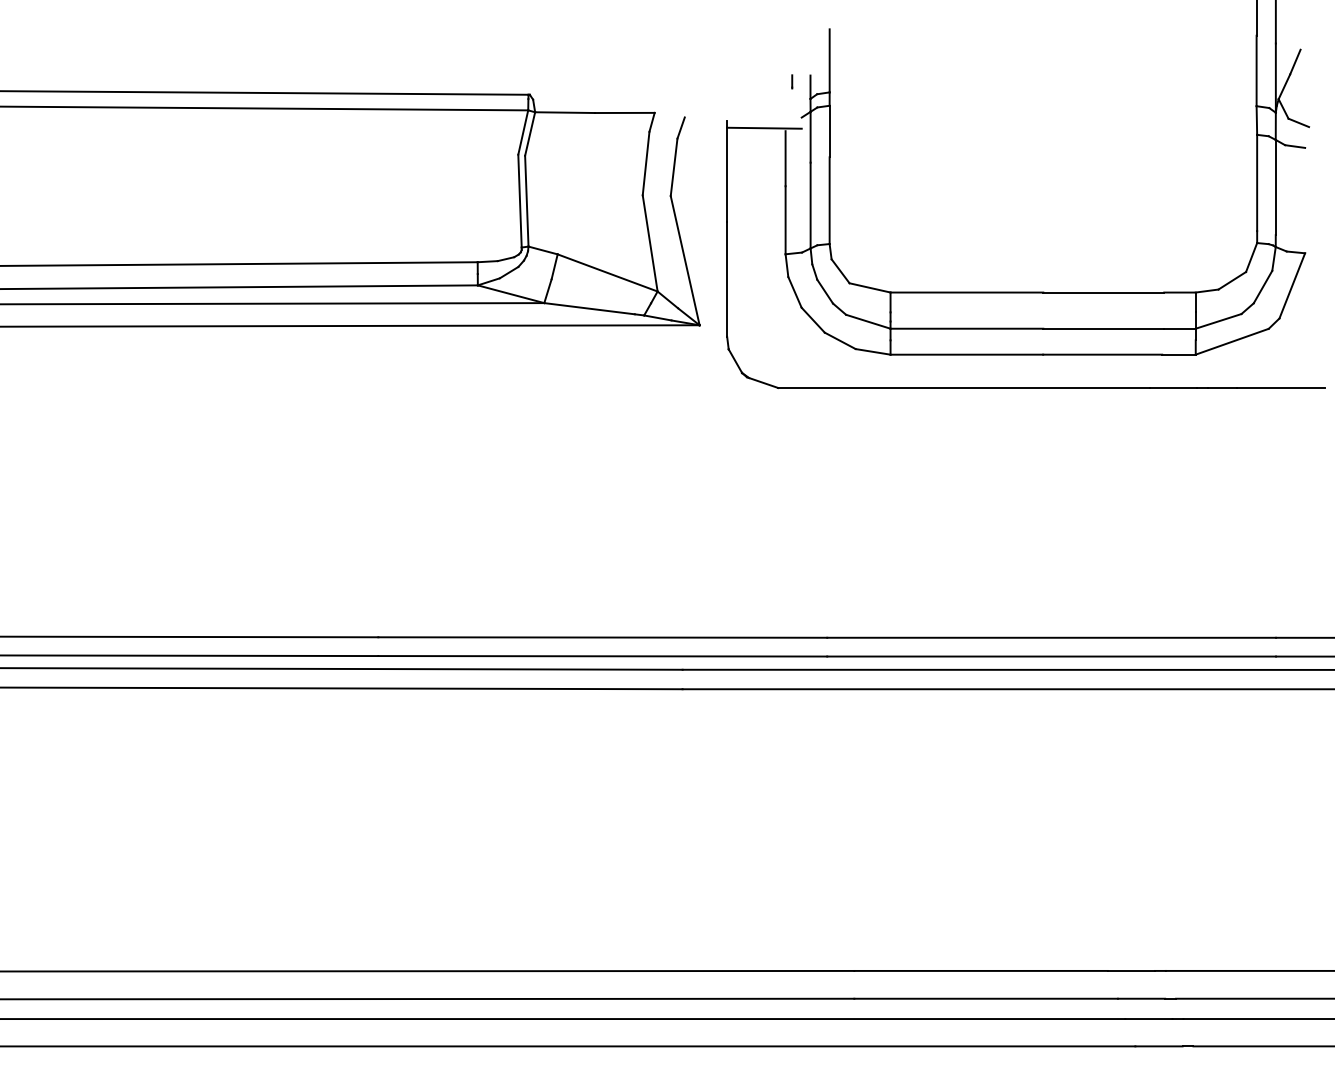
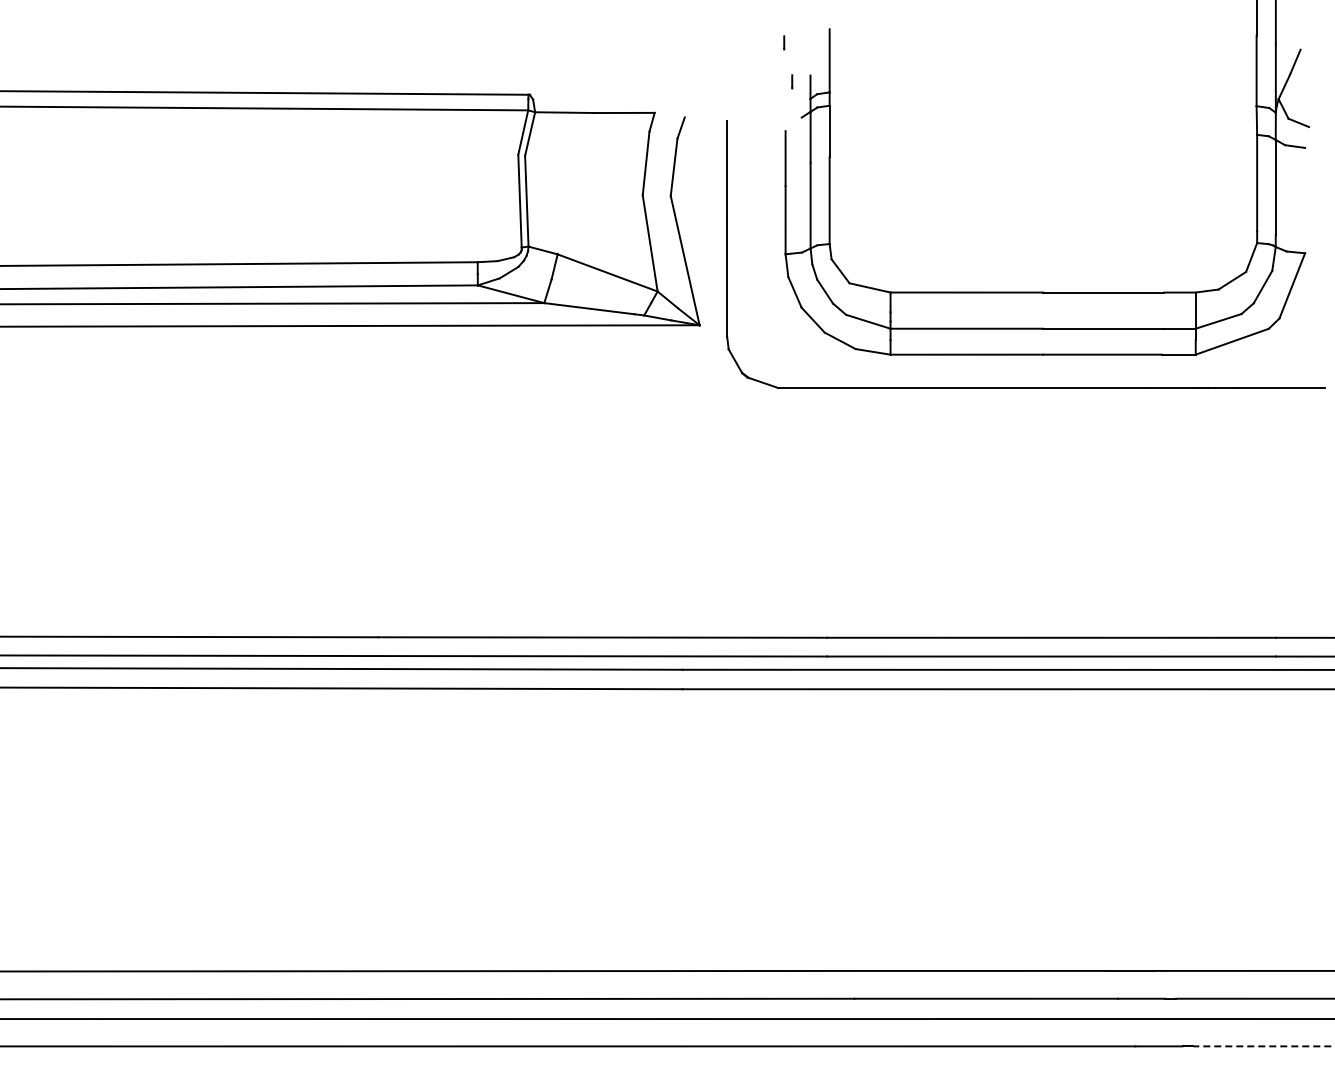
line at (784, 42): none -> present
line at (764, 127): present -> none
line at (1263, 1046): solid -> dashed
